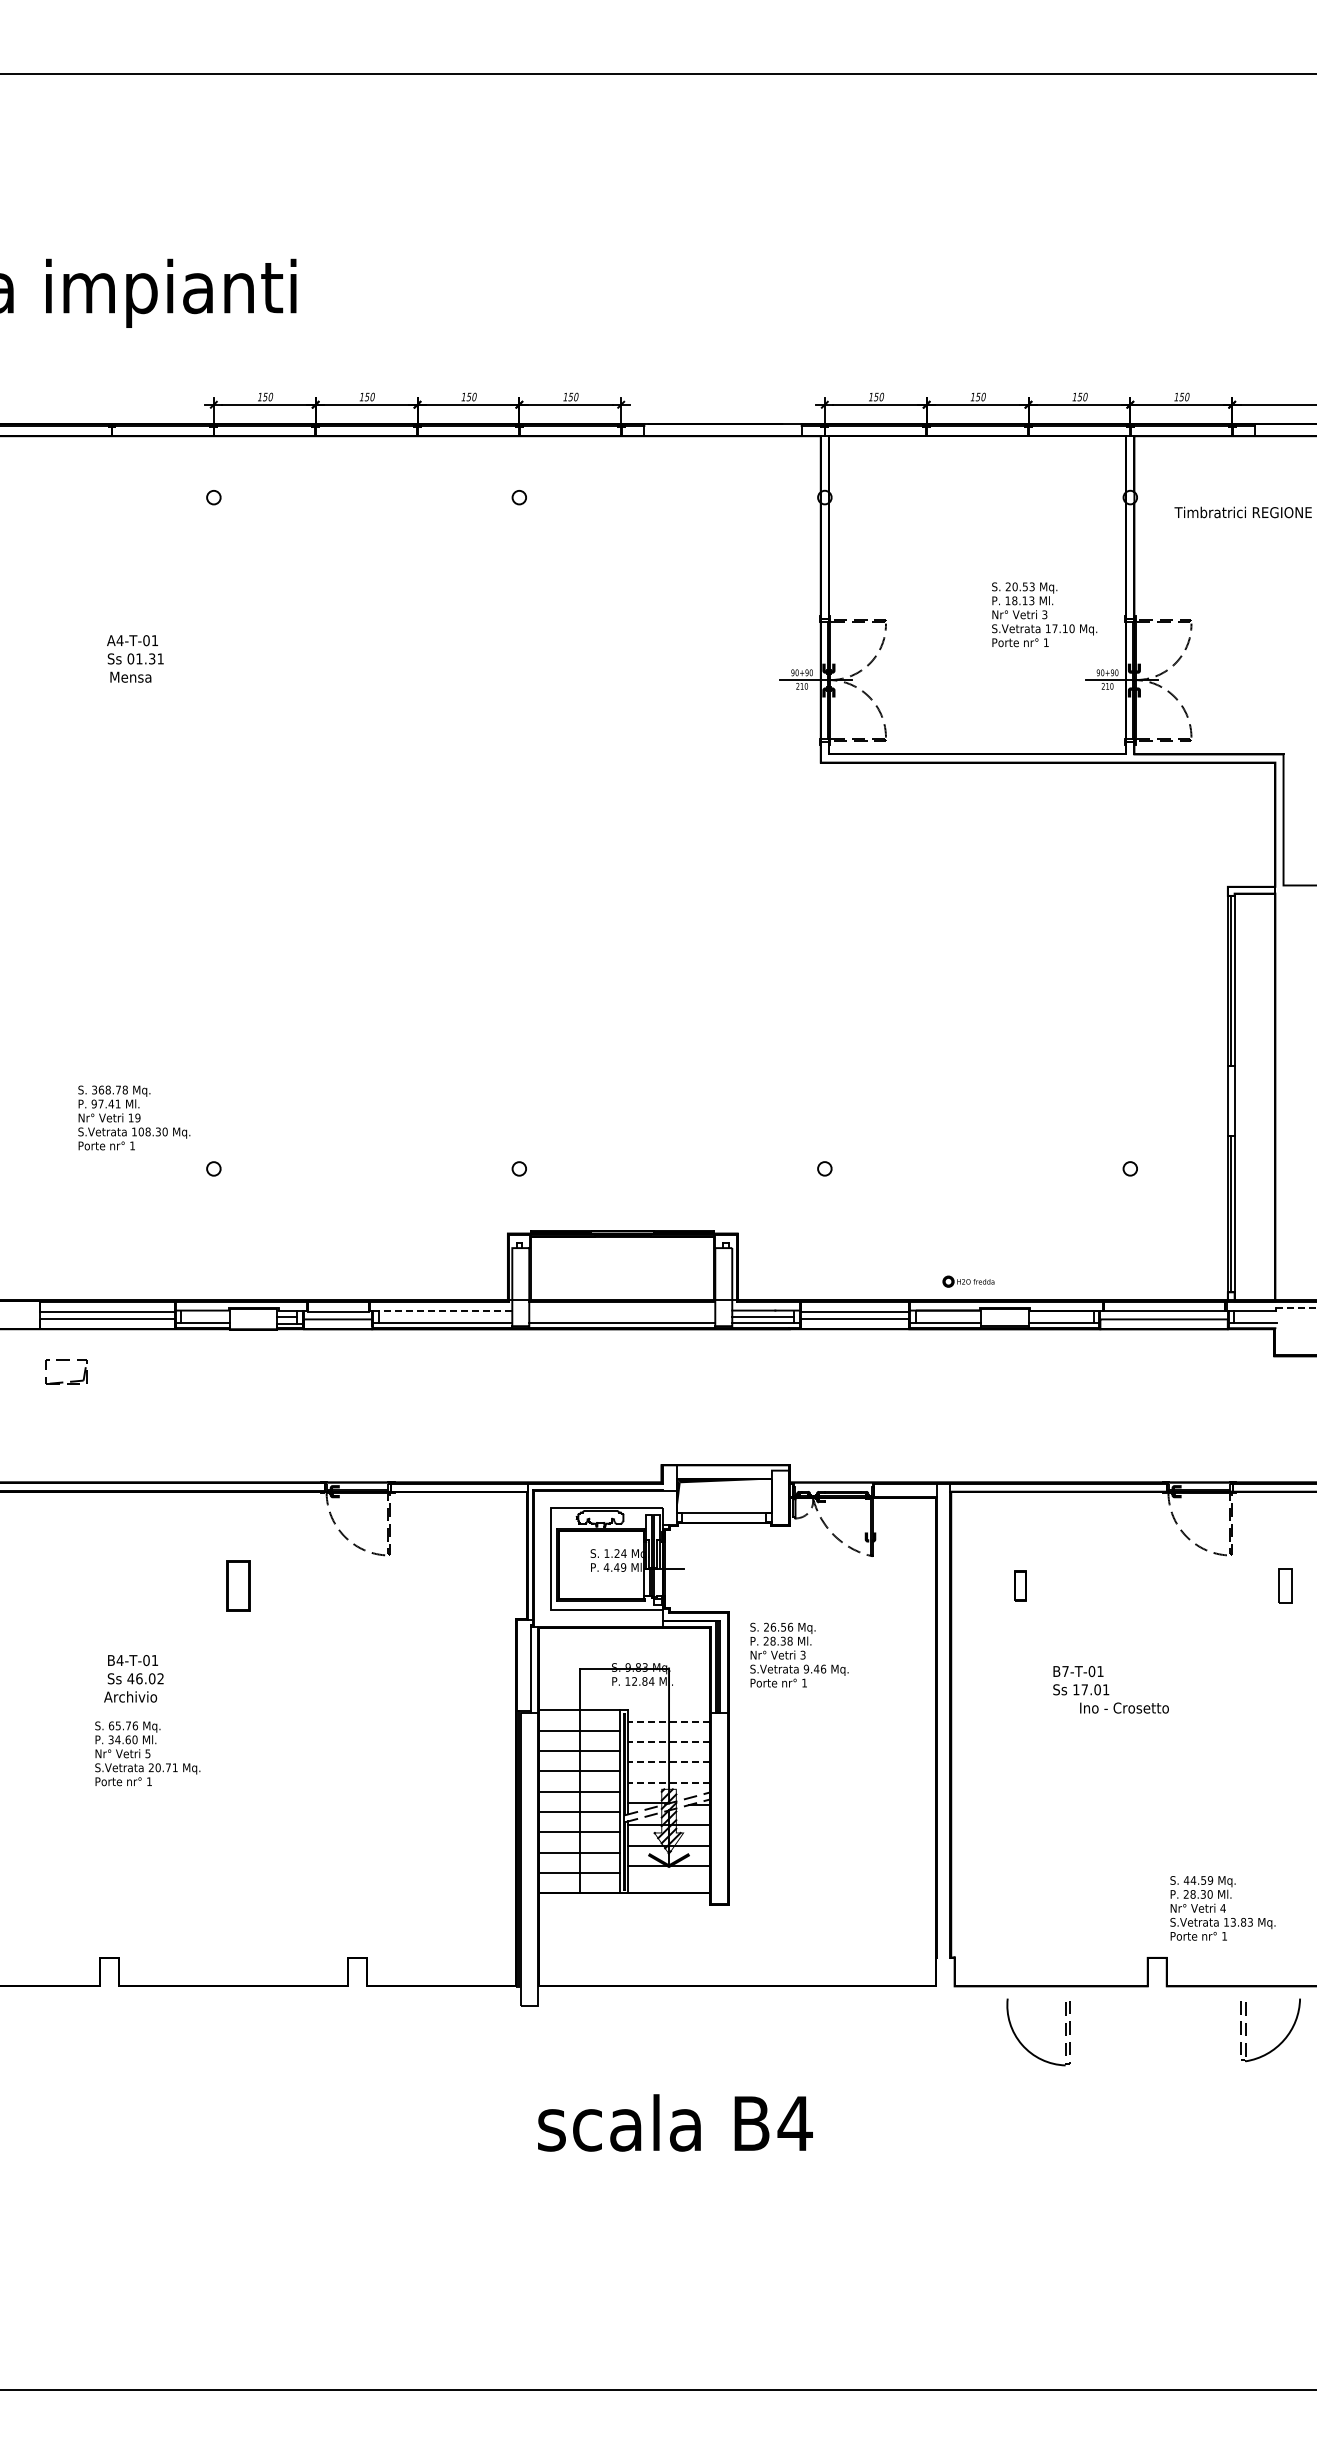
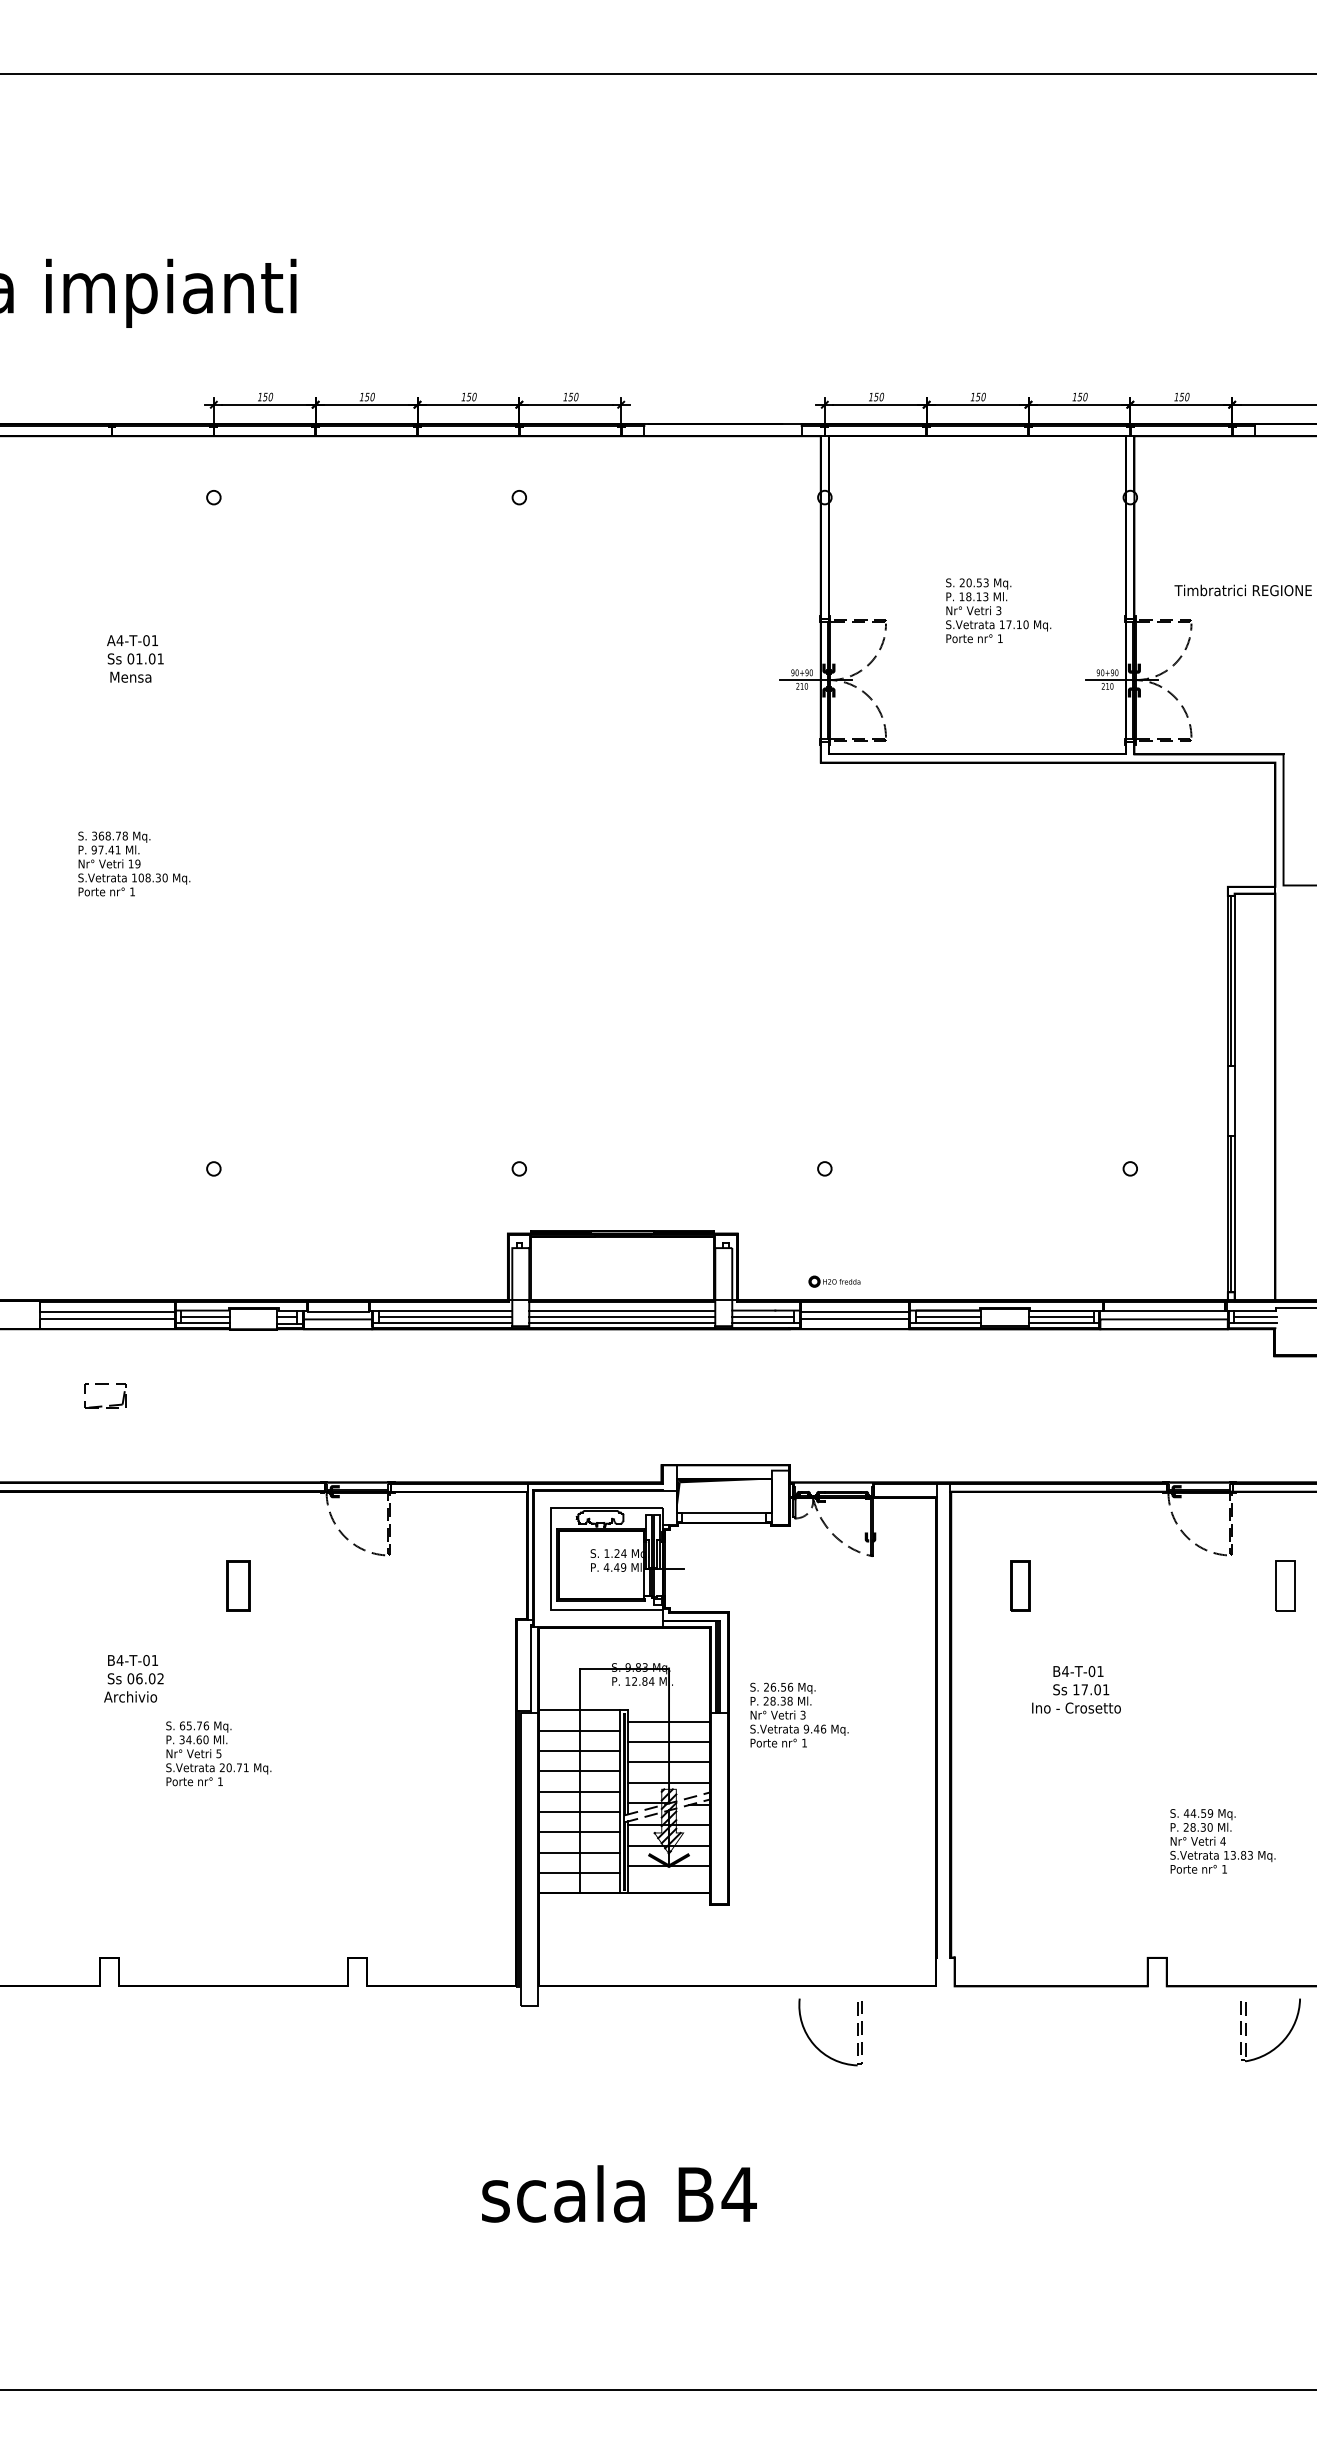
text at (1242, 512) position: (1242, 512) -> (1242, 590)
text at (1044, 614) position: (1044, 614) -> (998, 610)
text at (151, 658): 01.31 -> 01.01
text at (134, 1117) position: (134, 1117) -> (134, 863)
part at (968, 1281) position: (968, 1281) -> (834, 1281)
line at (1296, 1307): dashed -> solid
line at (443, 1310): dashed -> solid
line at (622, 1310): none -> present
line at (205, 1317): none -> present
line at (445, 1317): none -> present
line at (622, 1317): none -> present
line at (948, 1317): none -> present
line at (1060, 1317): none -> present
line at (1255, 1317): none -> present
part at (70, 1380) position: (70, 1380) -> (109, 1404)
part at (1020, 1585) size: 13x32 px -> 21x52 px
part at (1285, 1585) size: 15x36 px -> 21x52 px
text at (799, 1654) position: (799, 1654) -> (799, 1714)
text at (1065, 1671): B7-T-01 -> B4-T-01
text at (130, 1678): 46.02 -> 06.02
text at (1124, 1707) position: (1124, 1707) -> (1076, 1707)
line at (669, 1721): dashed -> solid
line at (669, 1741): dashed -> solid
text at (147, 1753) position: (147, 1753) -> (218, 1753)
line at (669, 1762): dashed -> solid
line at (669, 1782): dashed -> solid
text at (1222, 1908) position: (1222, 1908) -> (1222, 1841)
part at (1023, 2044) position: (1023, 2044) -> (815, 2044)
text at (675, 2122) position: (675, 2122) -> (619, 2193)
